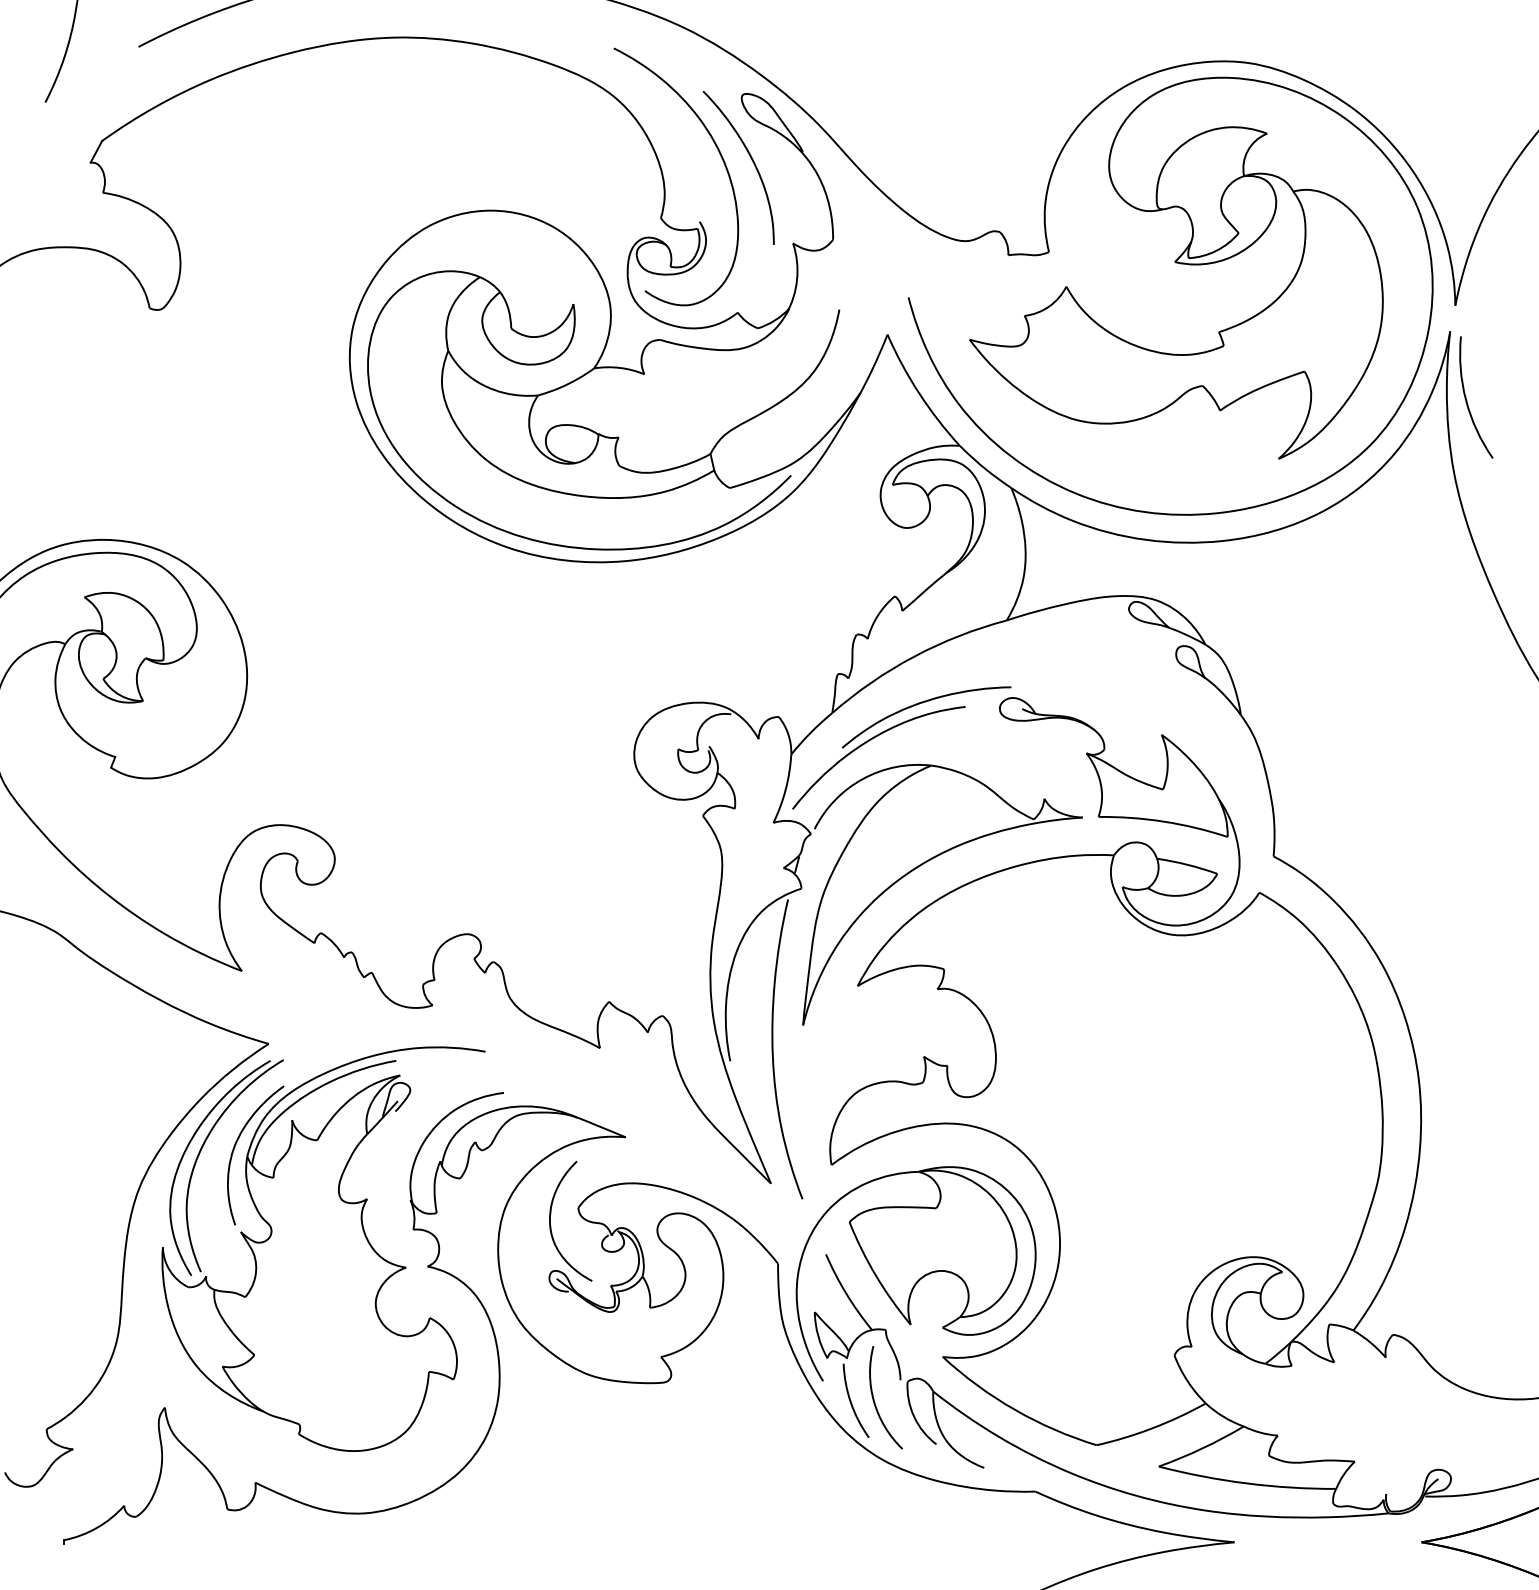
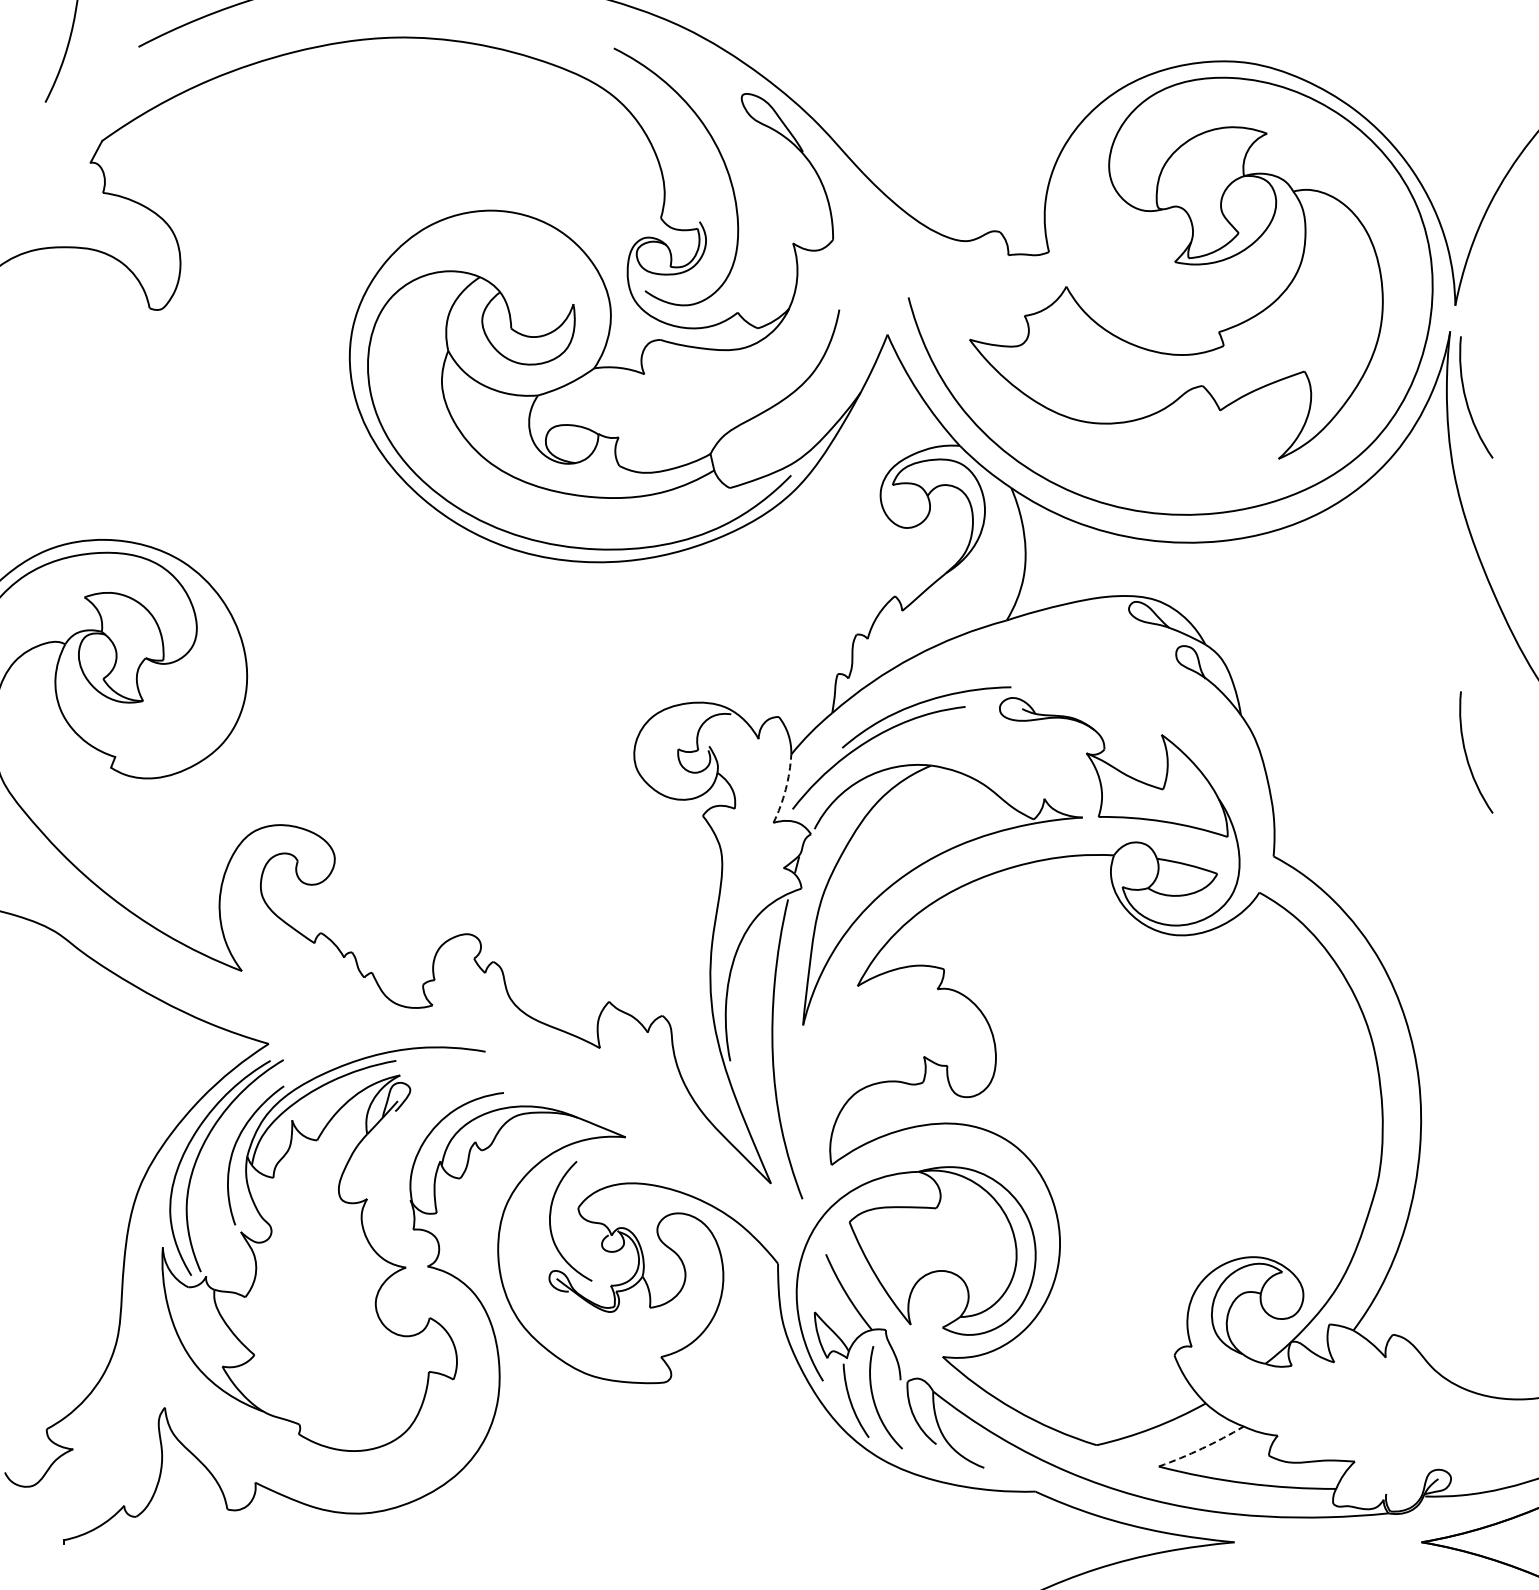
curve at (751, 160): present -> none
arc at (1467, 755): none -> present
arc at (785, 789): solid -> dashed
arc at (1202, 1448): solid -> dashed
